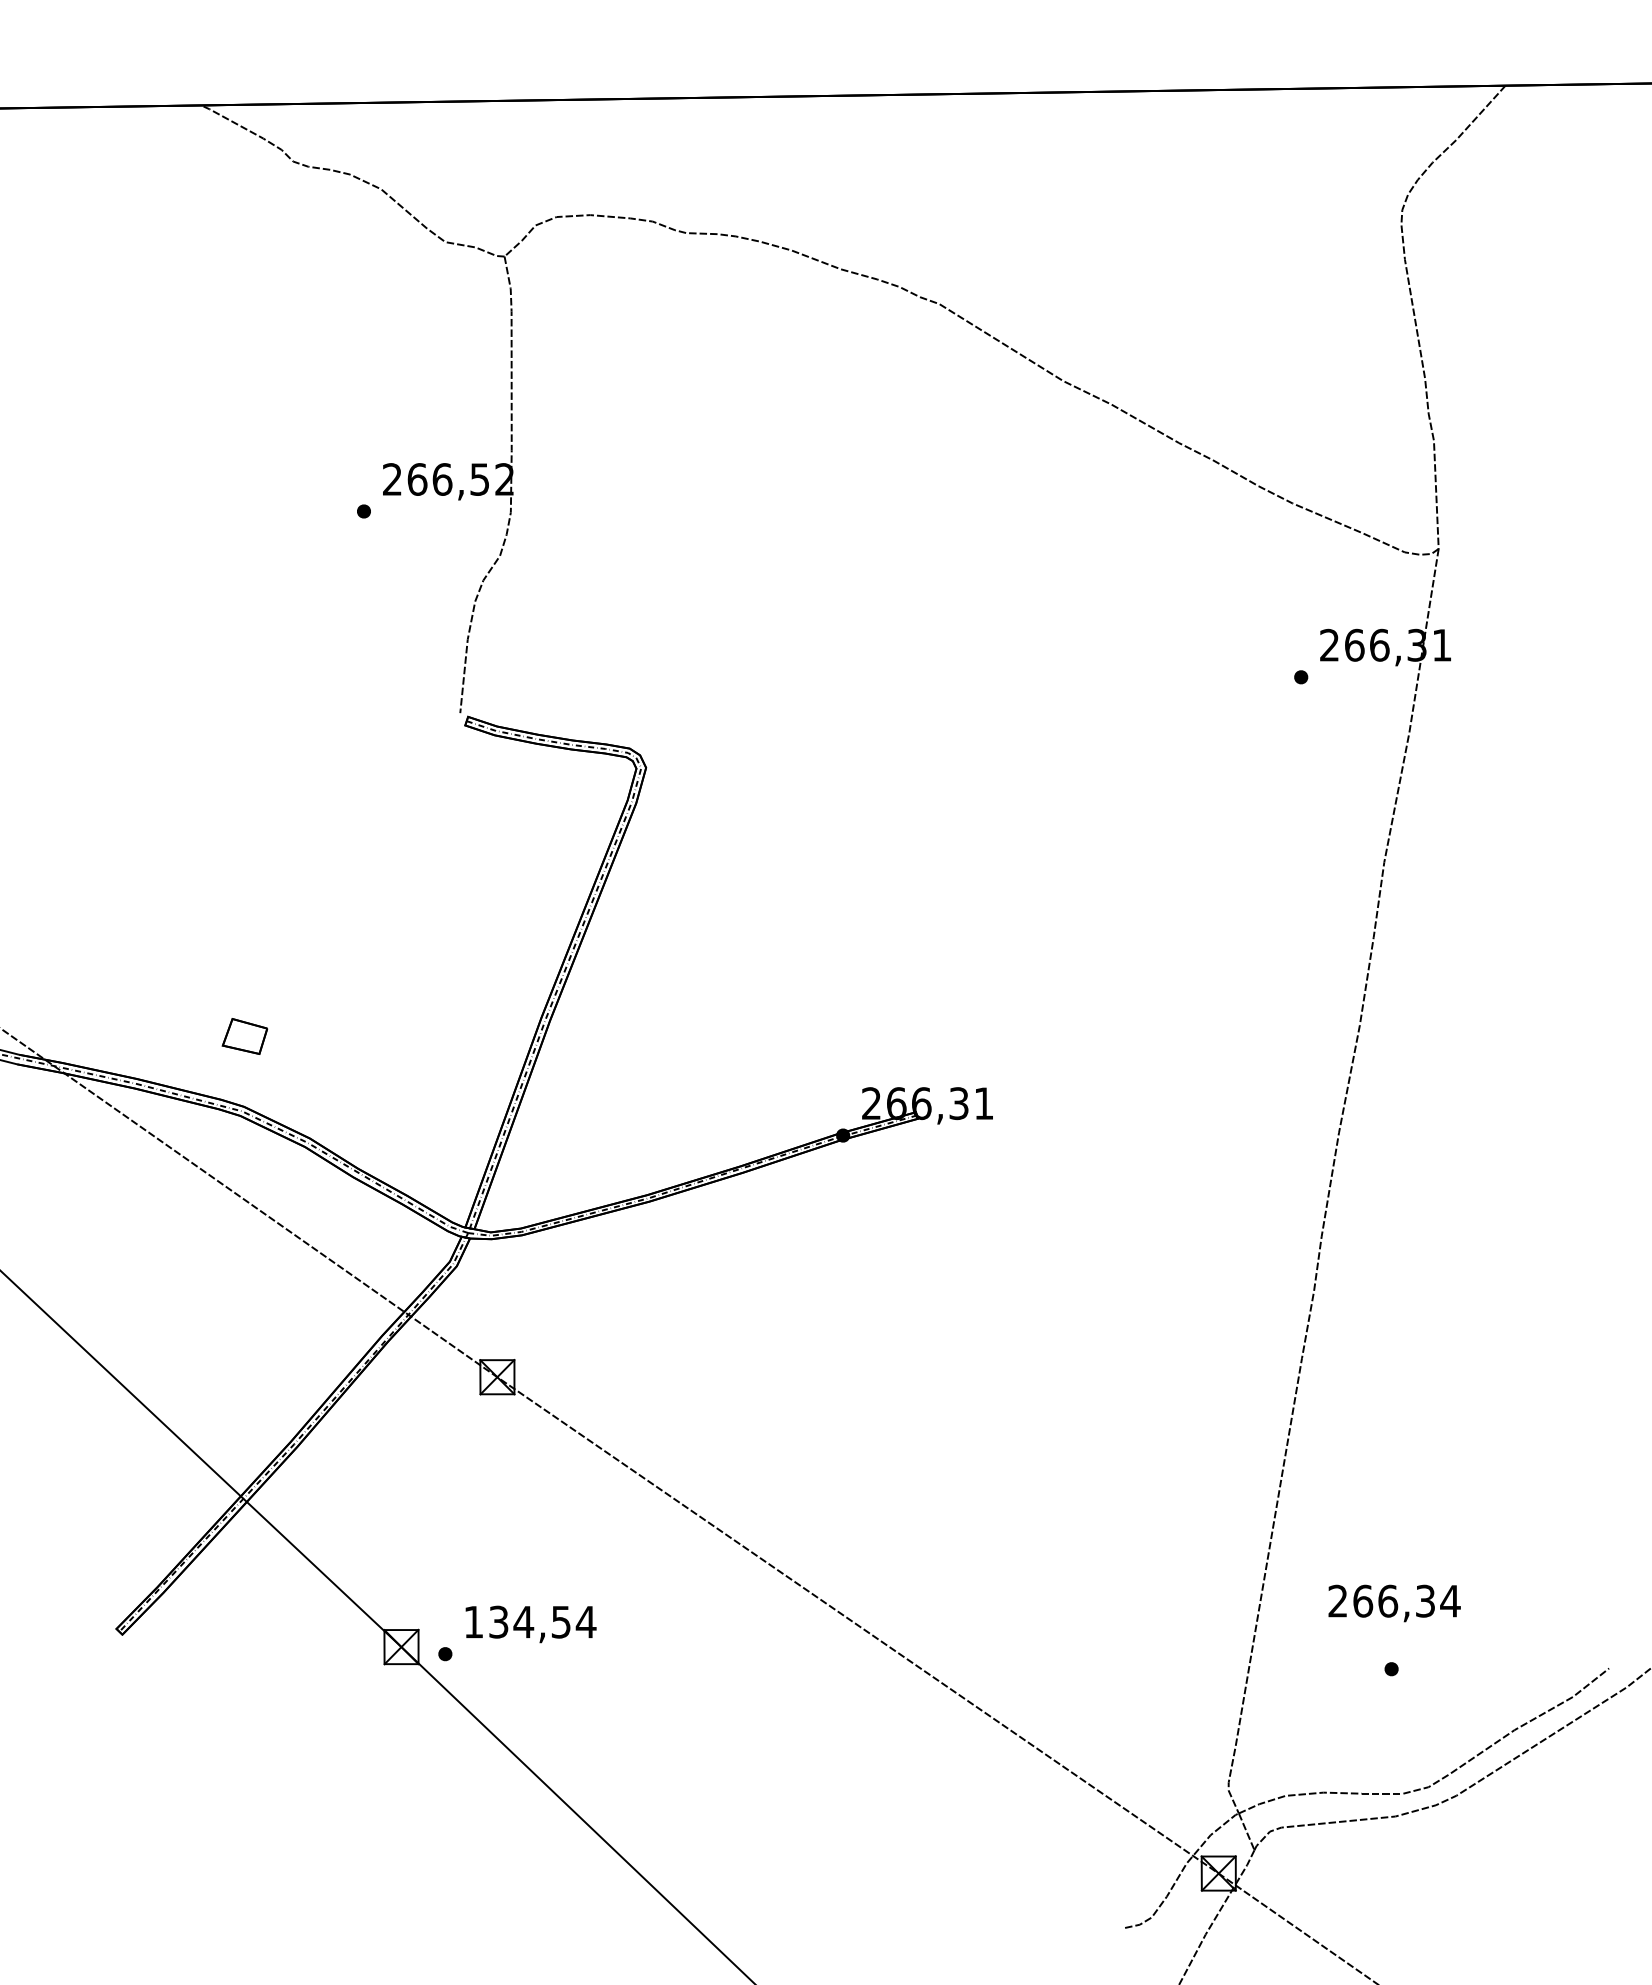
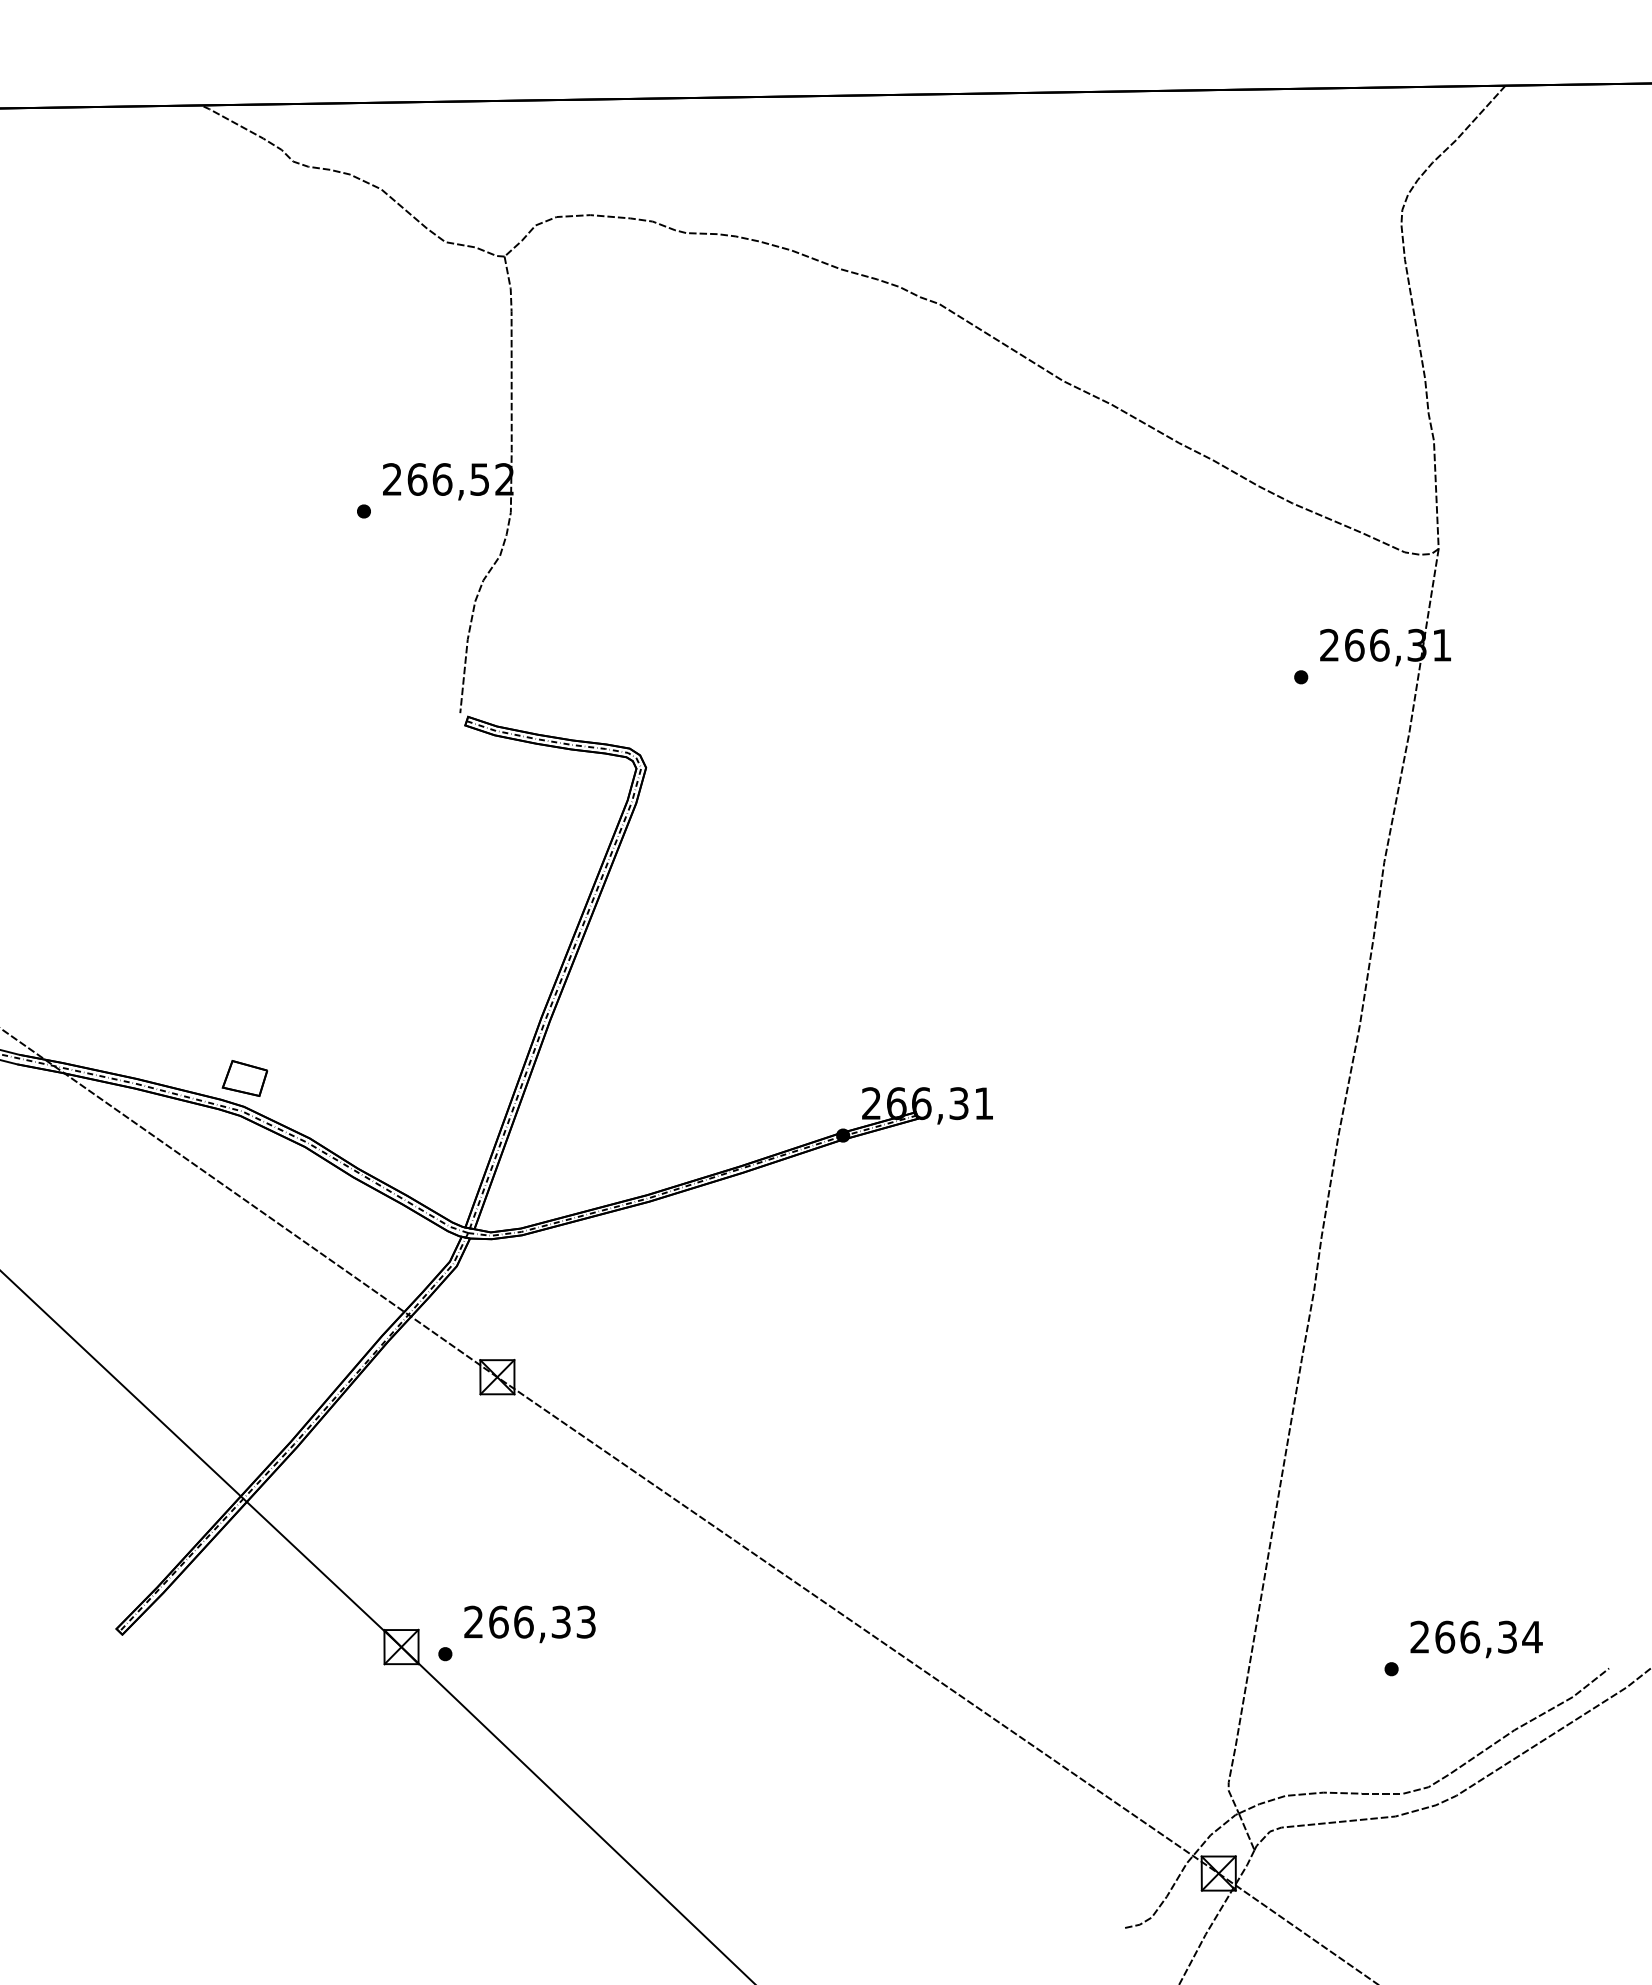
part at (244, 1036) position: (244, 1036) -> (244, 1078)
text at (1394, 1603) position: (1394, 1603) -> (1476, 1639)
text at (530, 1621): 134,54 -> 266,33
